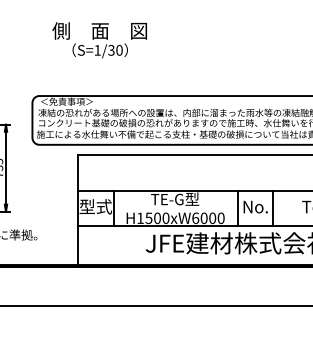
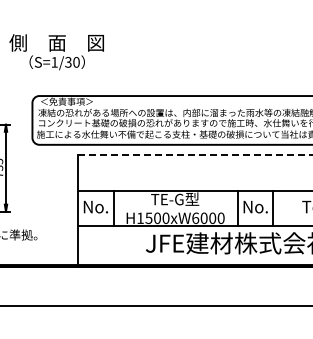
text at (99, 40) position: (99, 40) -> (56, 52)
line at (195, 155): solid -> dashed
text at (95, 206): 型式 -> No.
